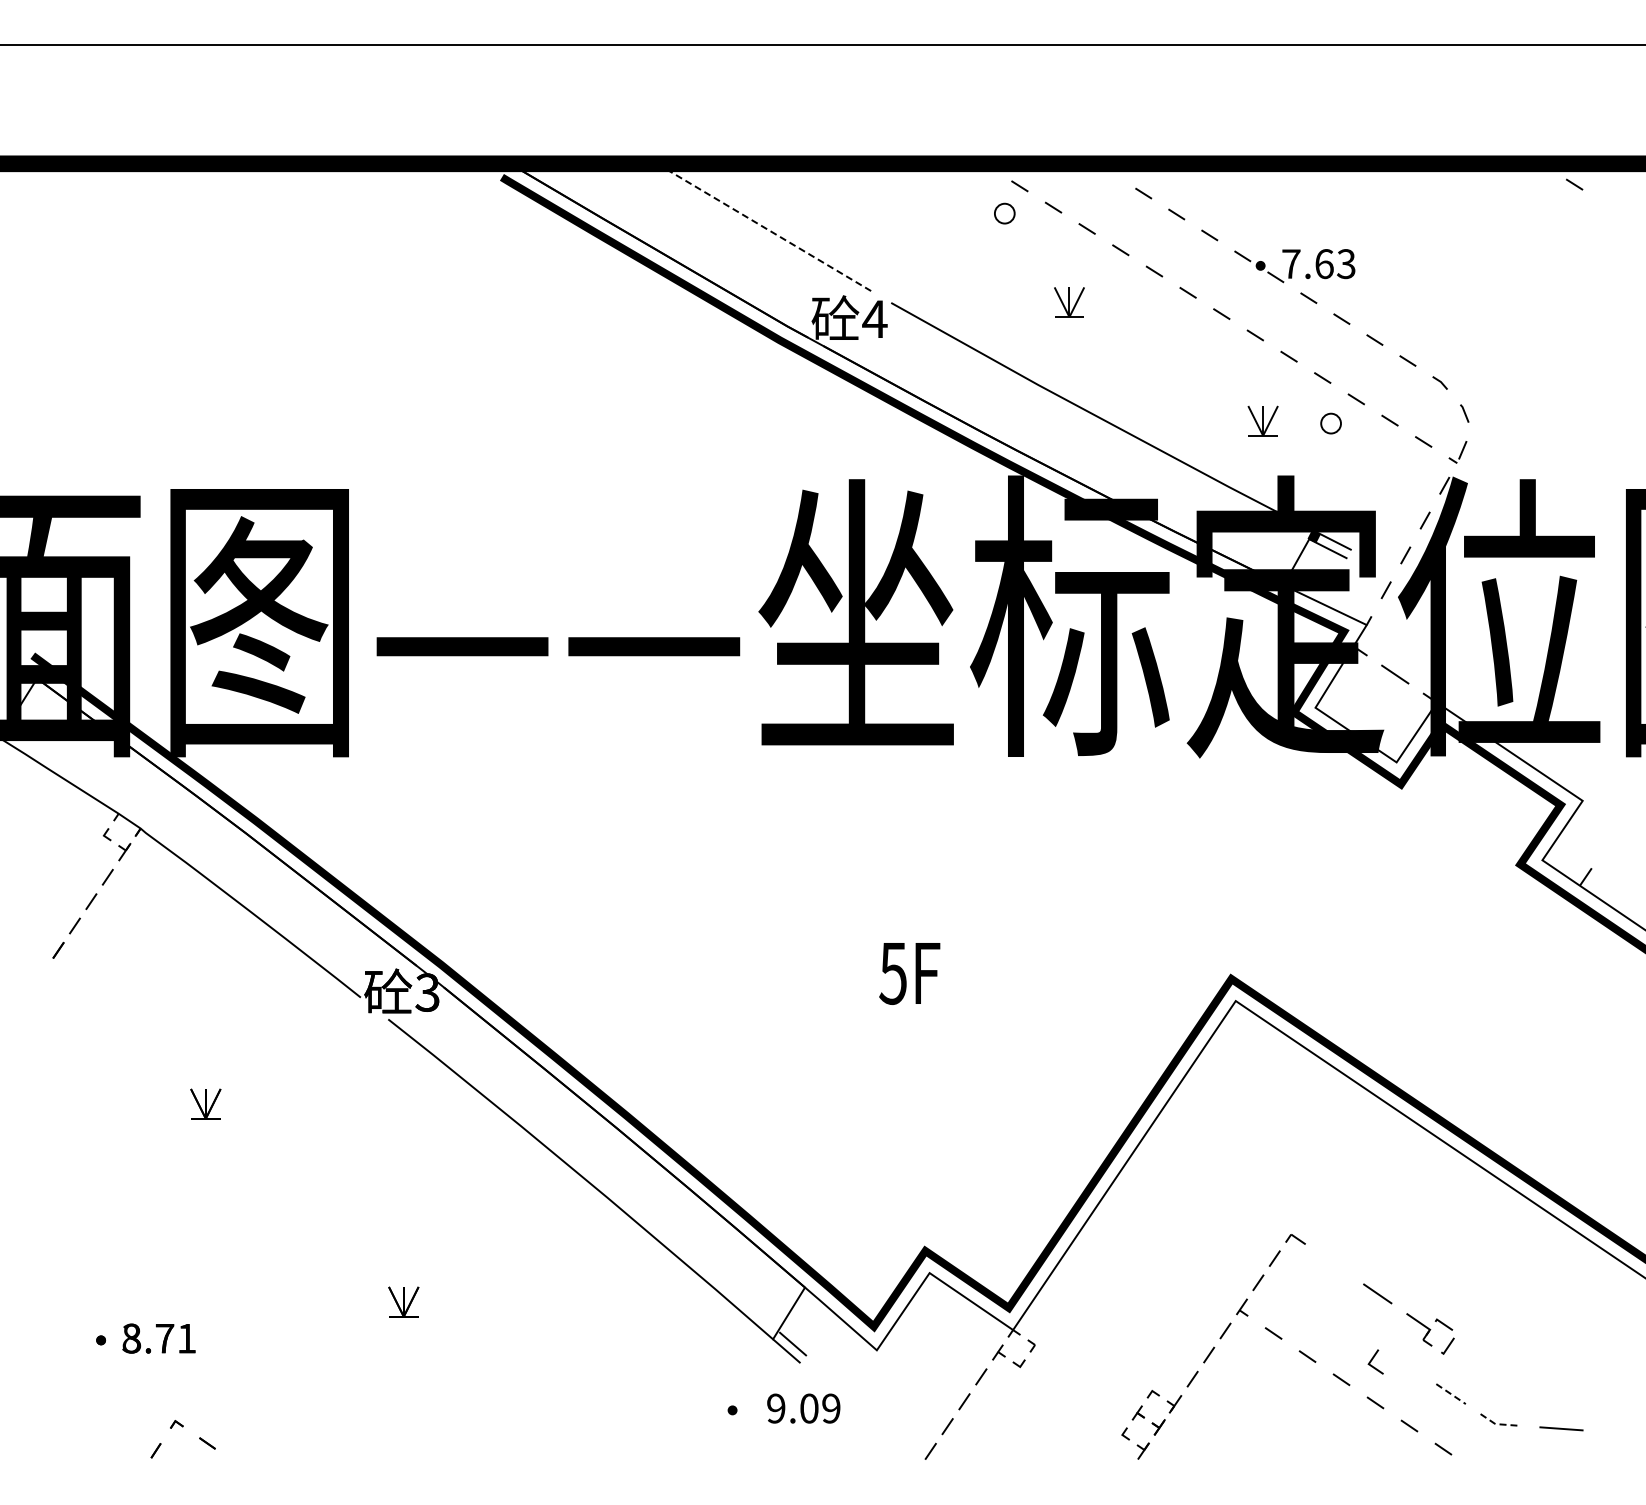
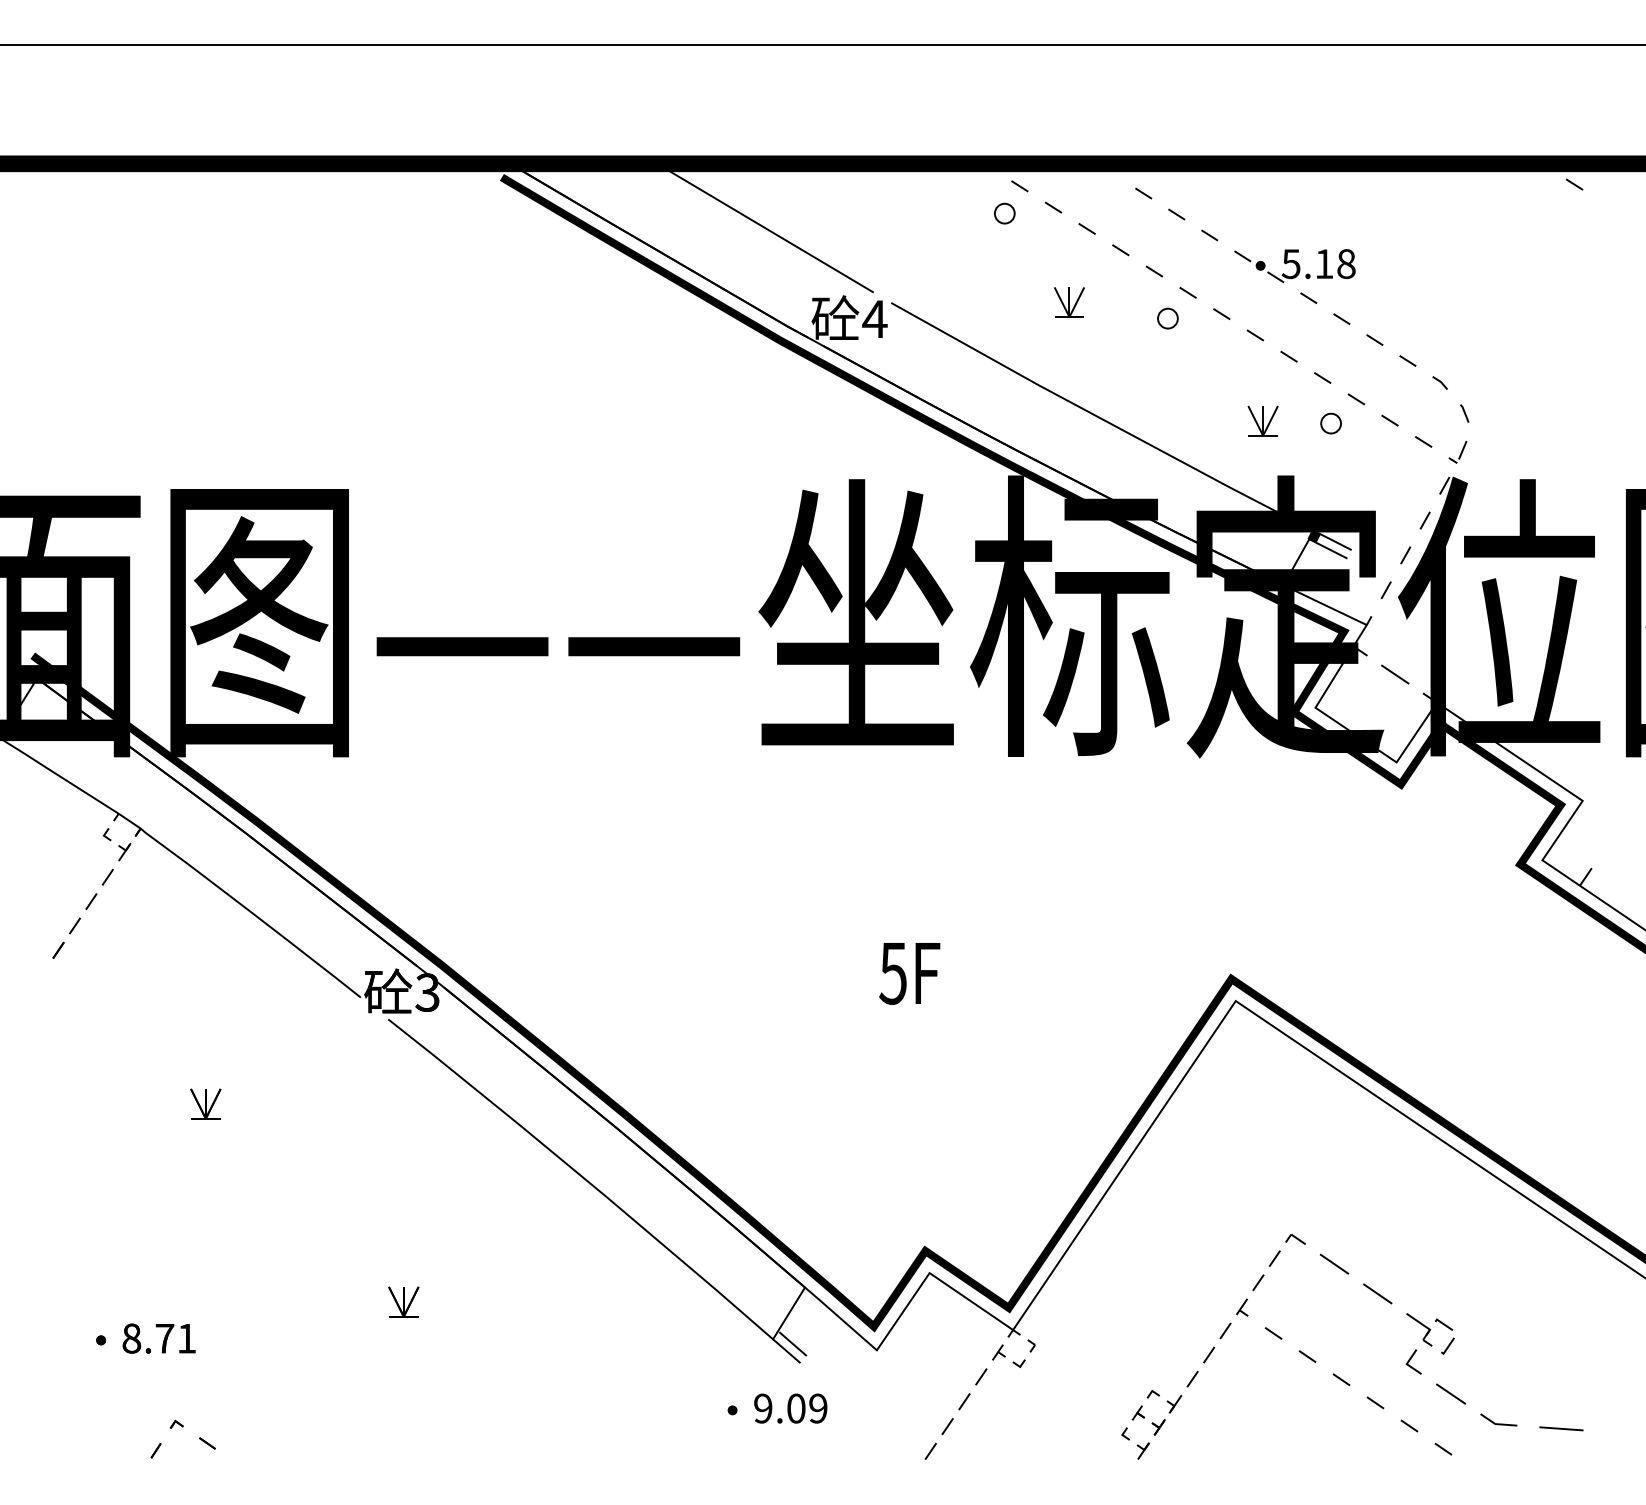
line at (765, 228): dashed -> solid
text at (1318, 264): 7.63 -> 5.18
part at (1167, 318): none -> present
line at (1334, 1263): none -> present
text at (131, 1338): 3.71 -> 8.71
line at (1373, 1359) position: (1373, 1359) -> (1411, 1359)
line at (1451, 1394): dashed -> solid
text at (803, 1408) position: (803, 1408) -> (790, 1408)
line at (1497, 1424): dashed -> solid
